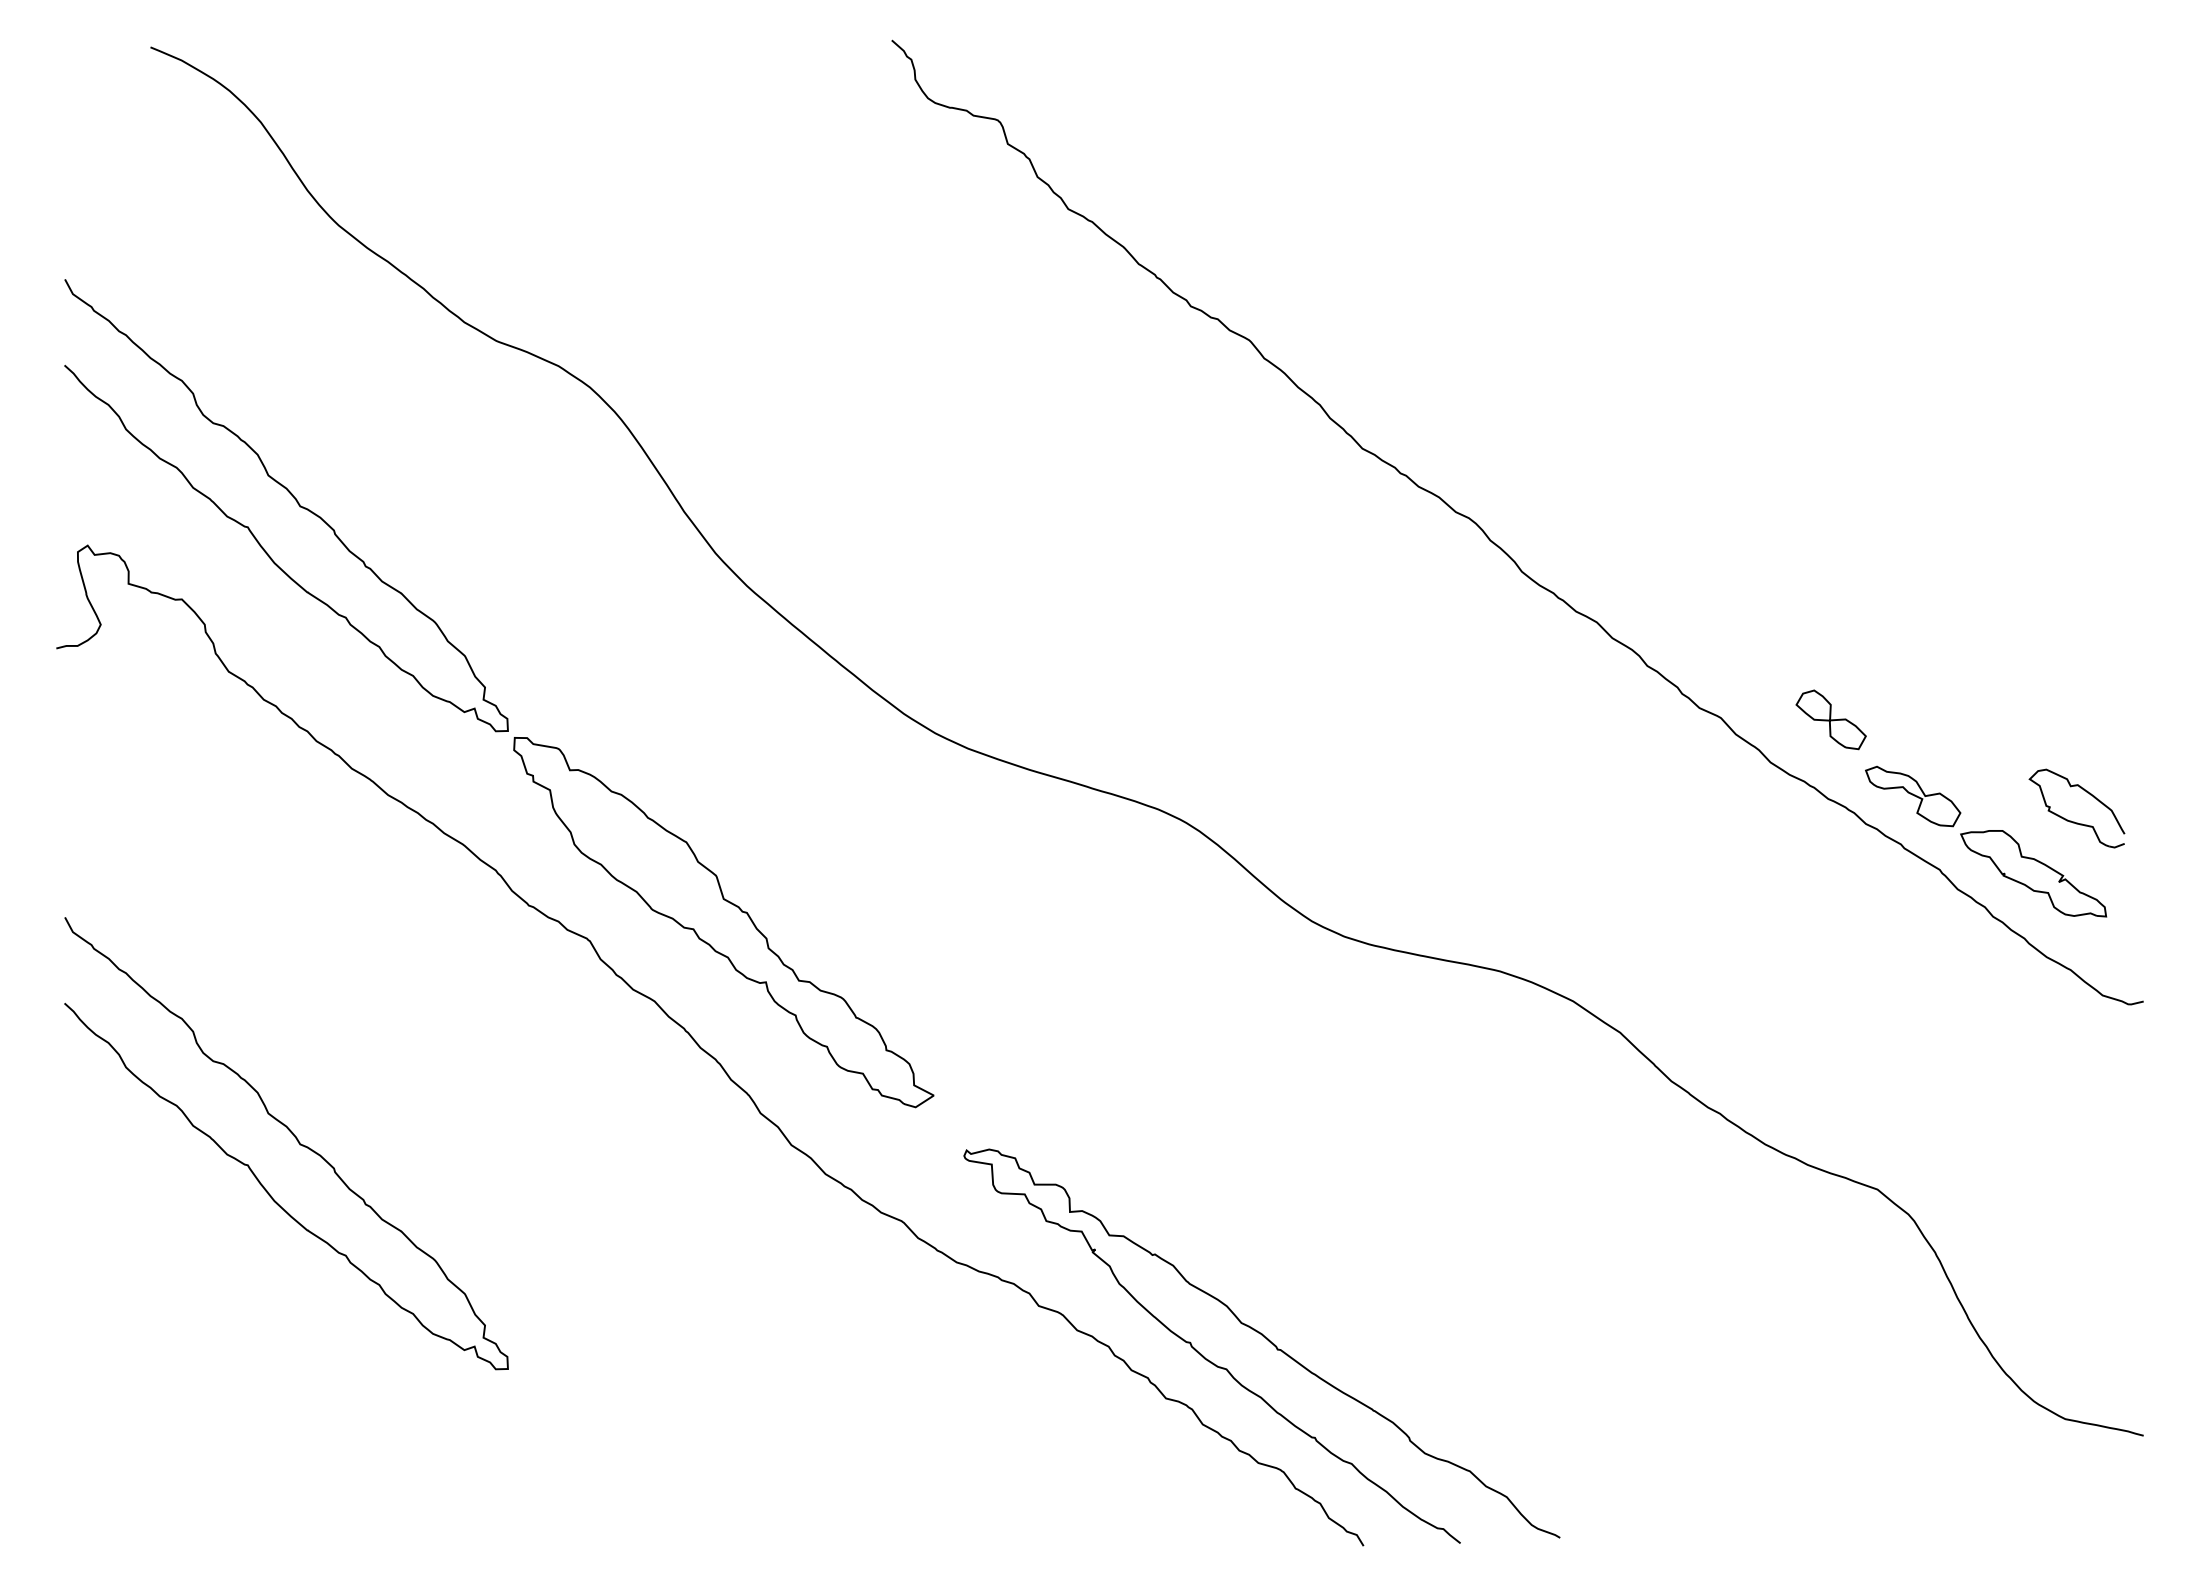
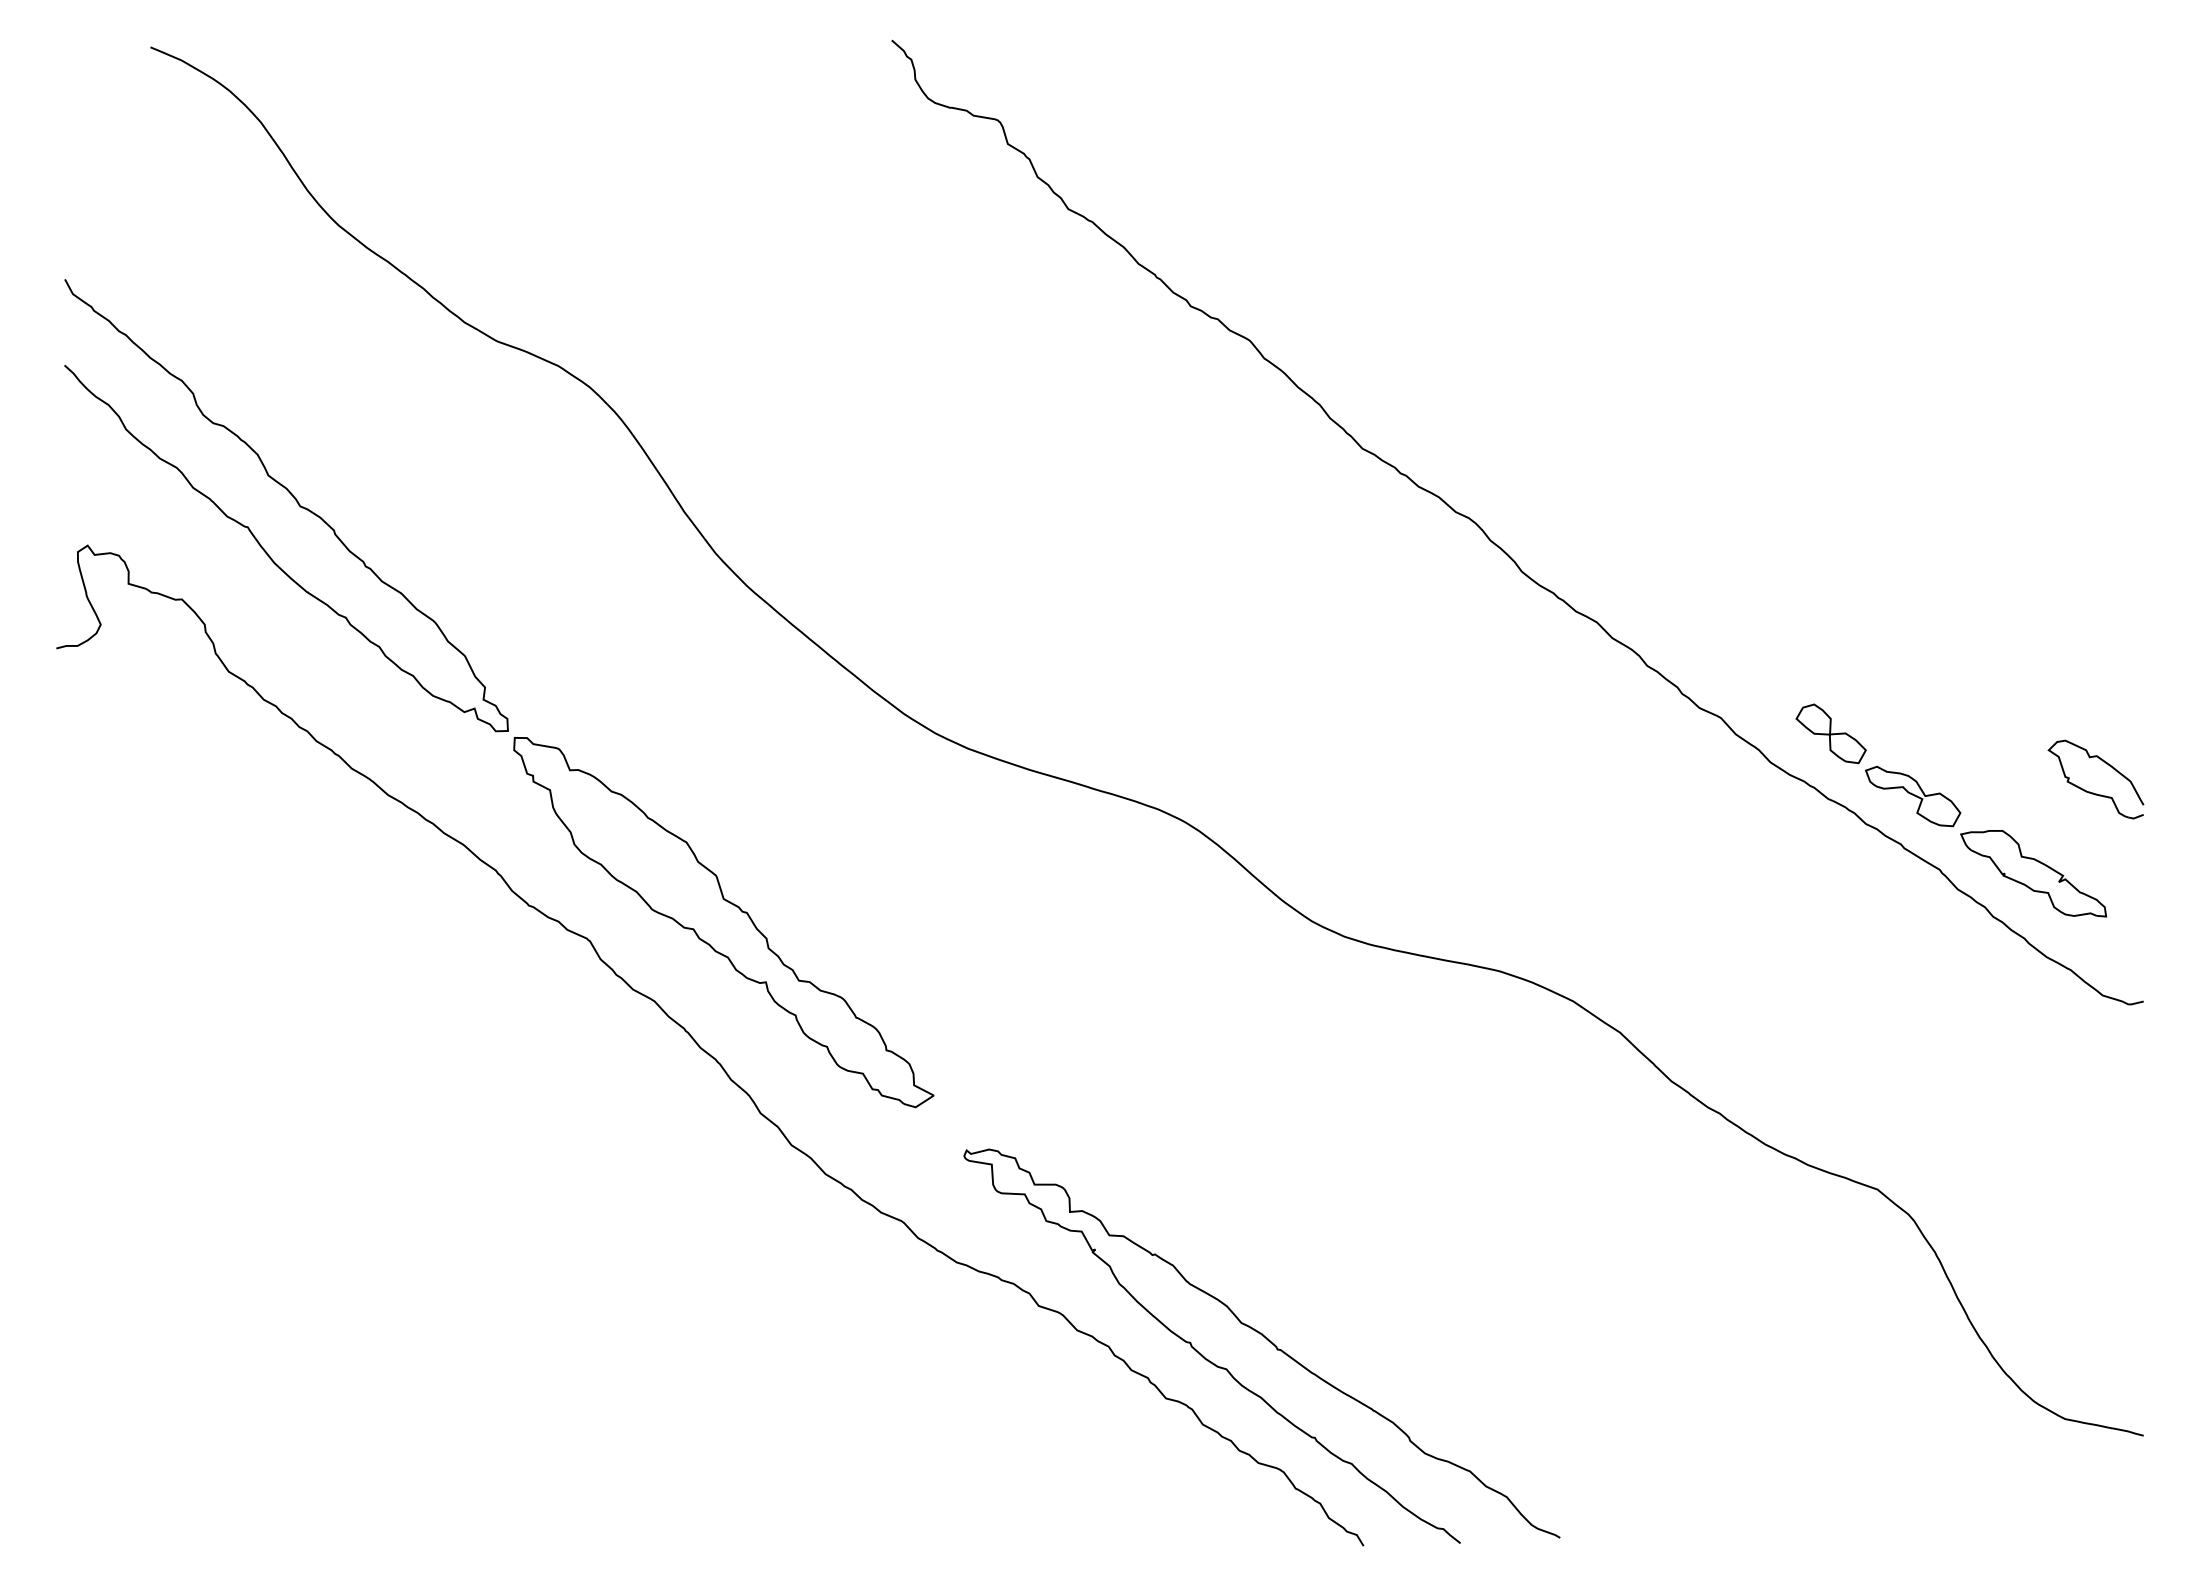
part at (1830, 719) position: (1830, 719) -> (1830, 733)
part at (2071, 820) position: (2071, 820) -> (2090, 791)
curve at (294, 1137): present -> none
